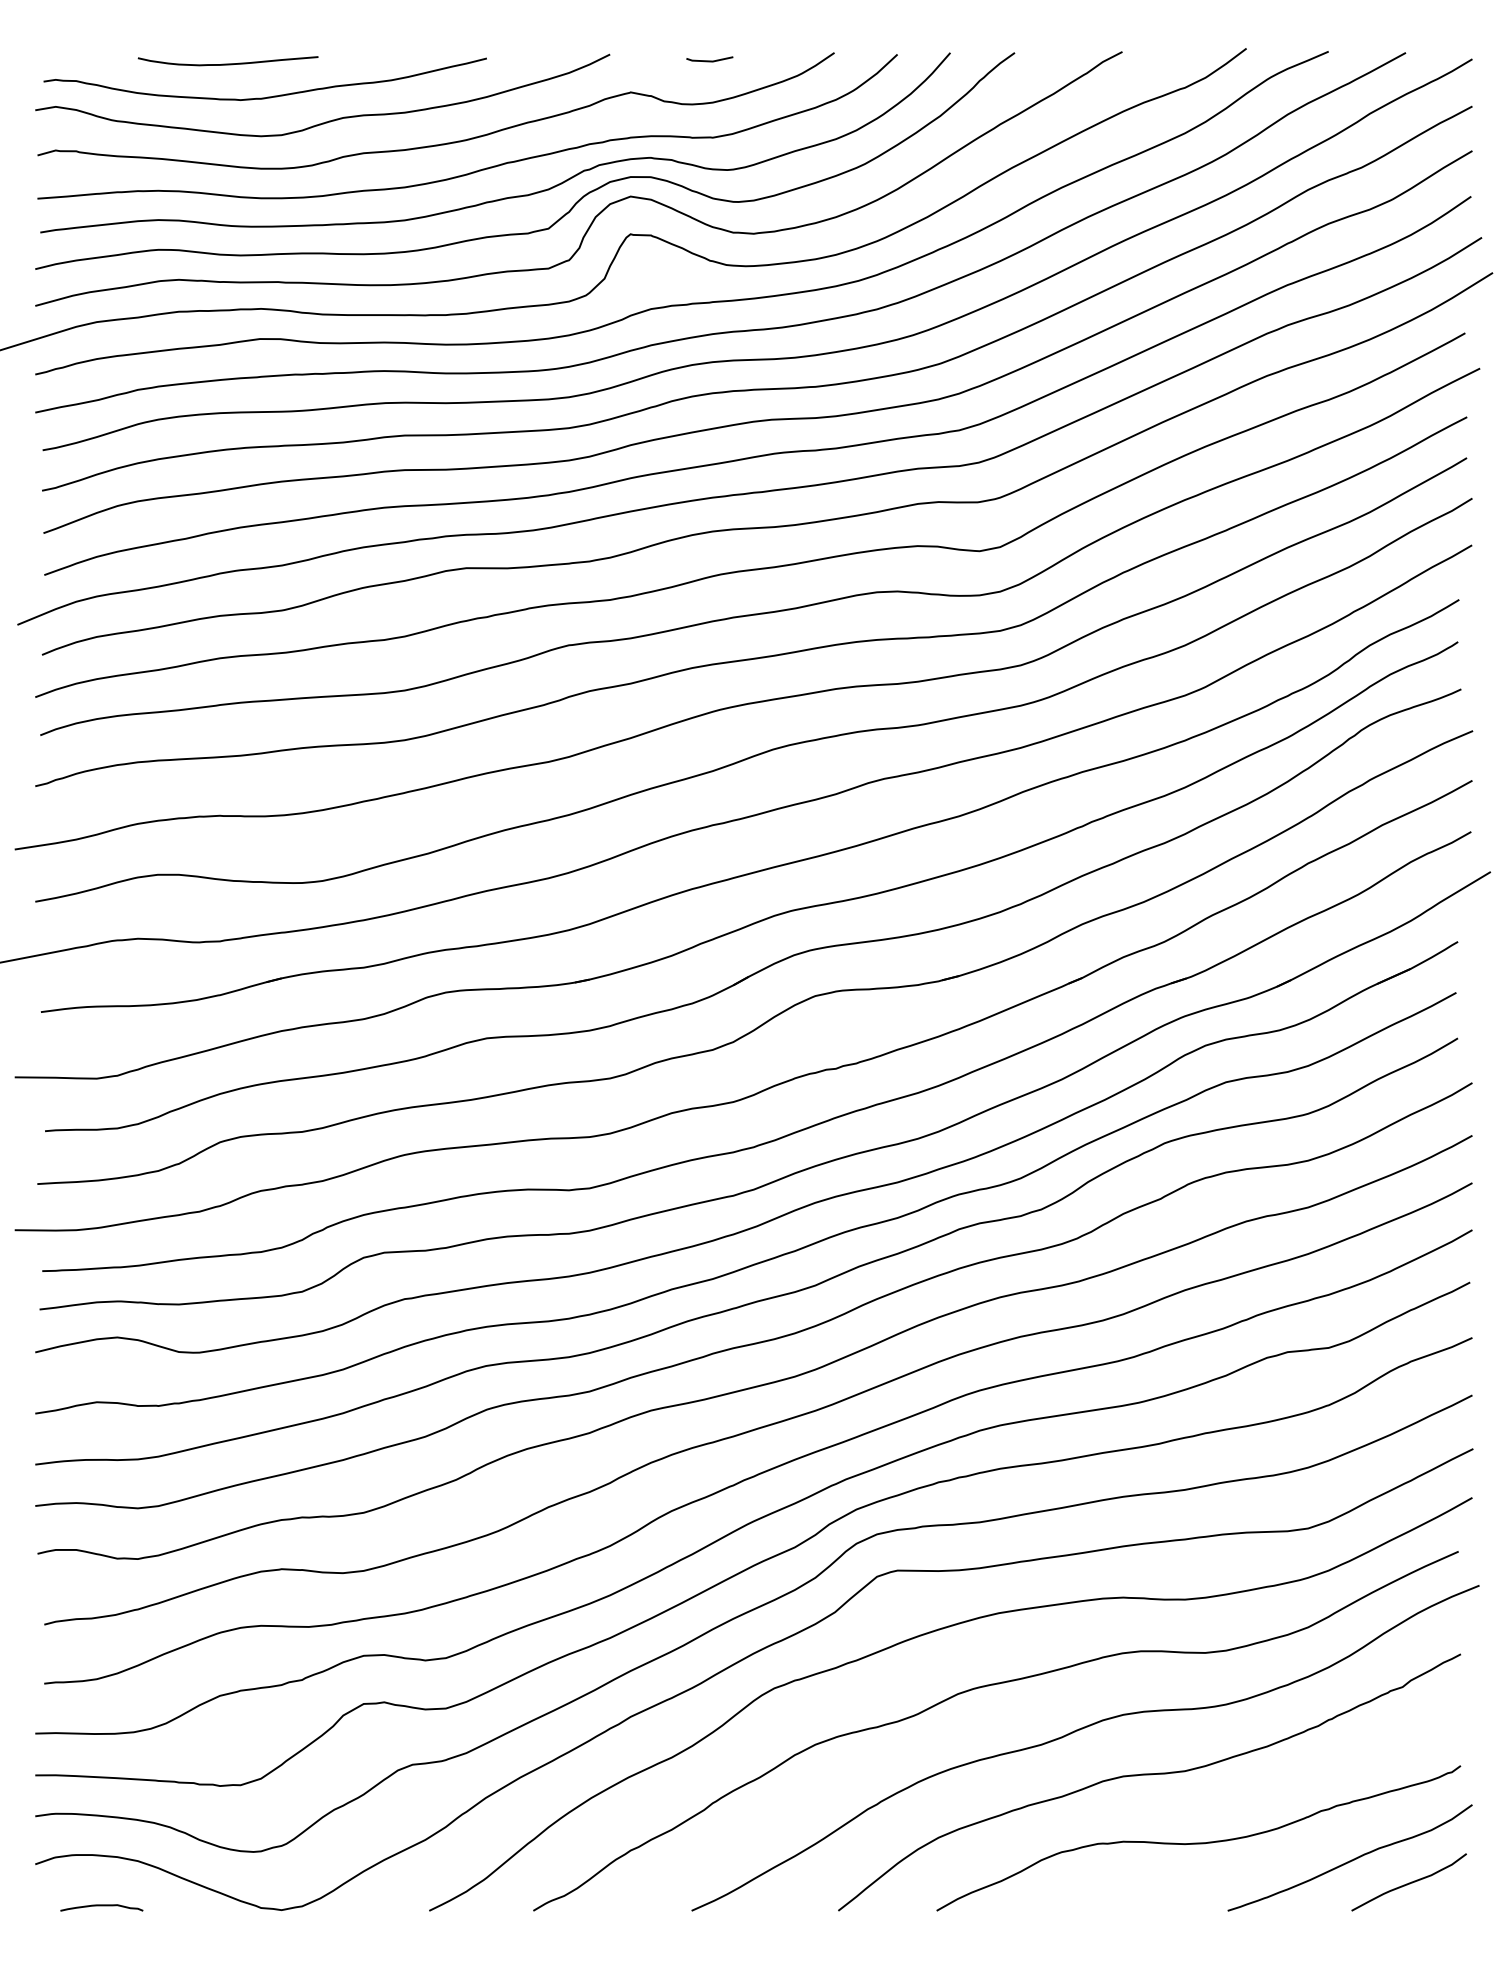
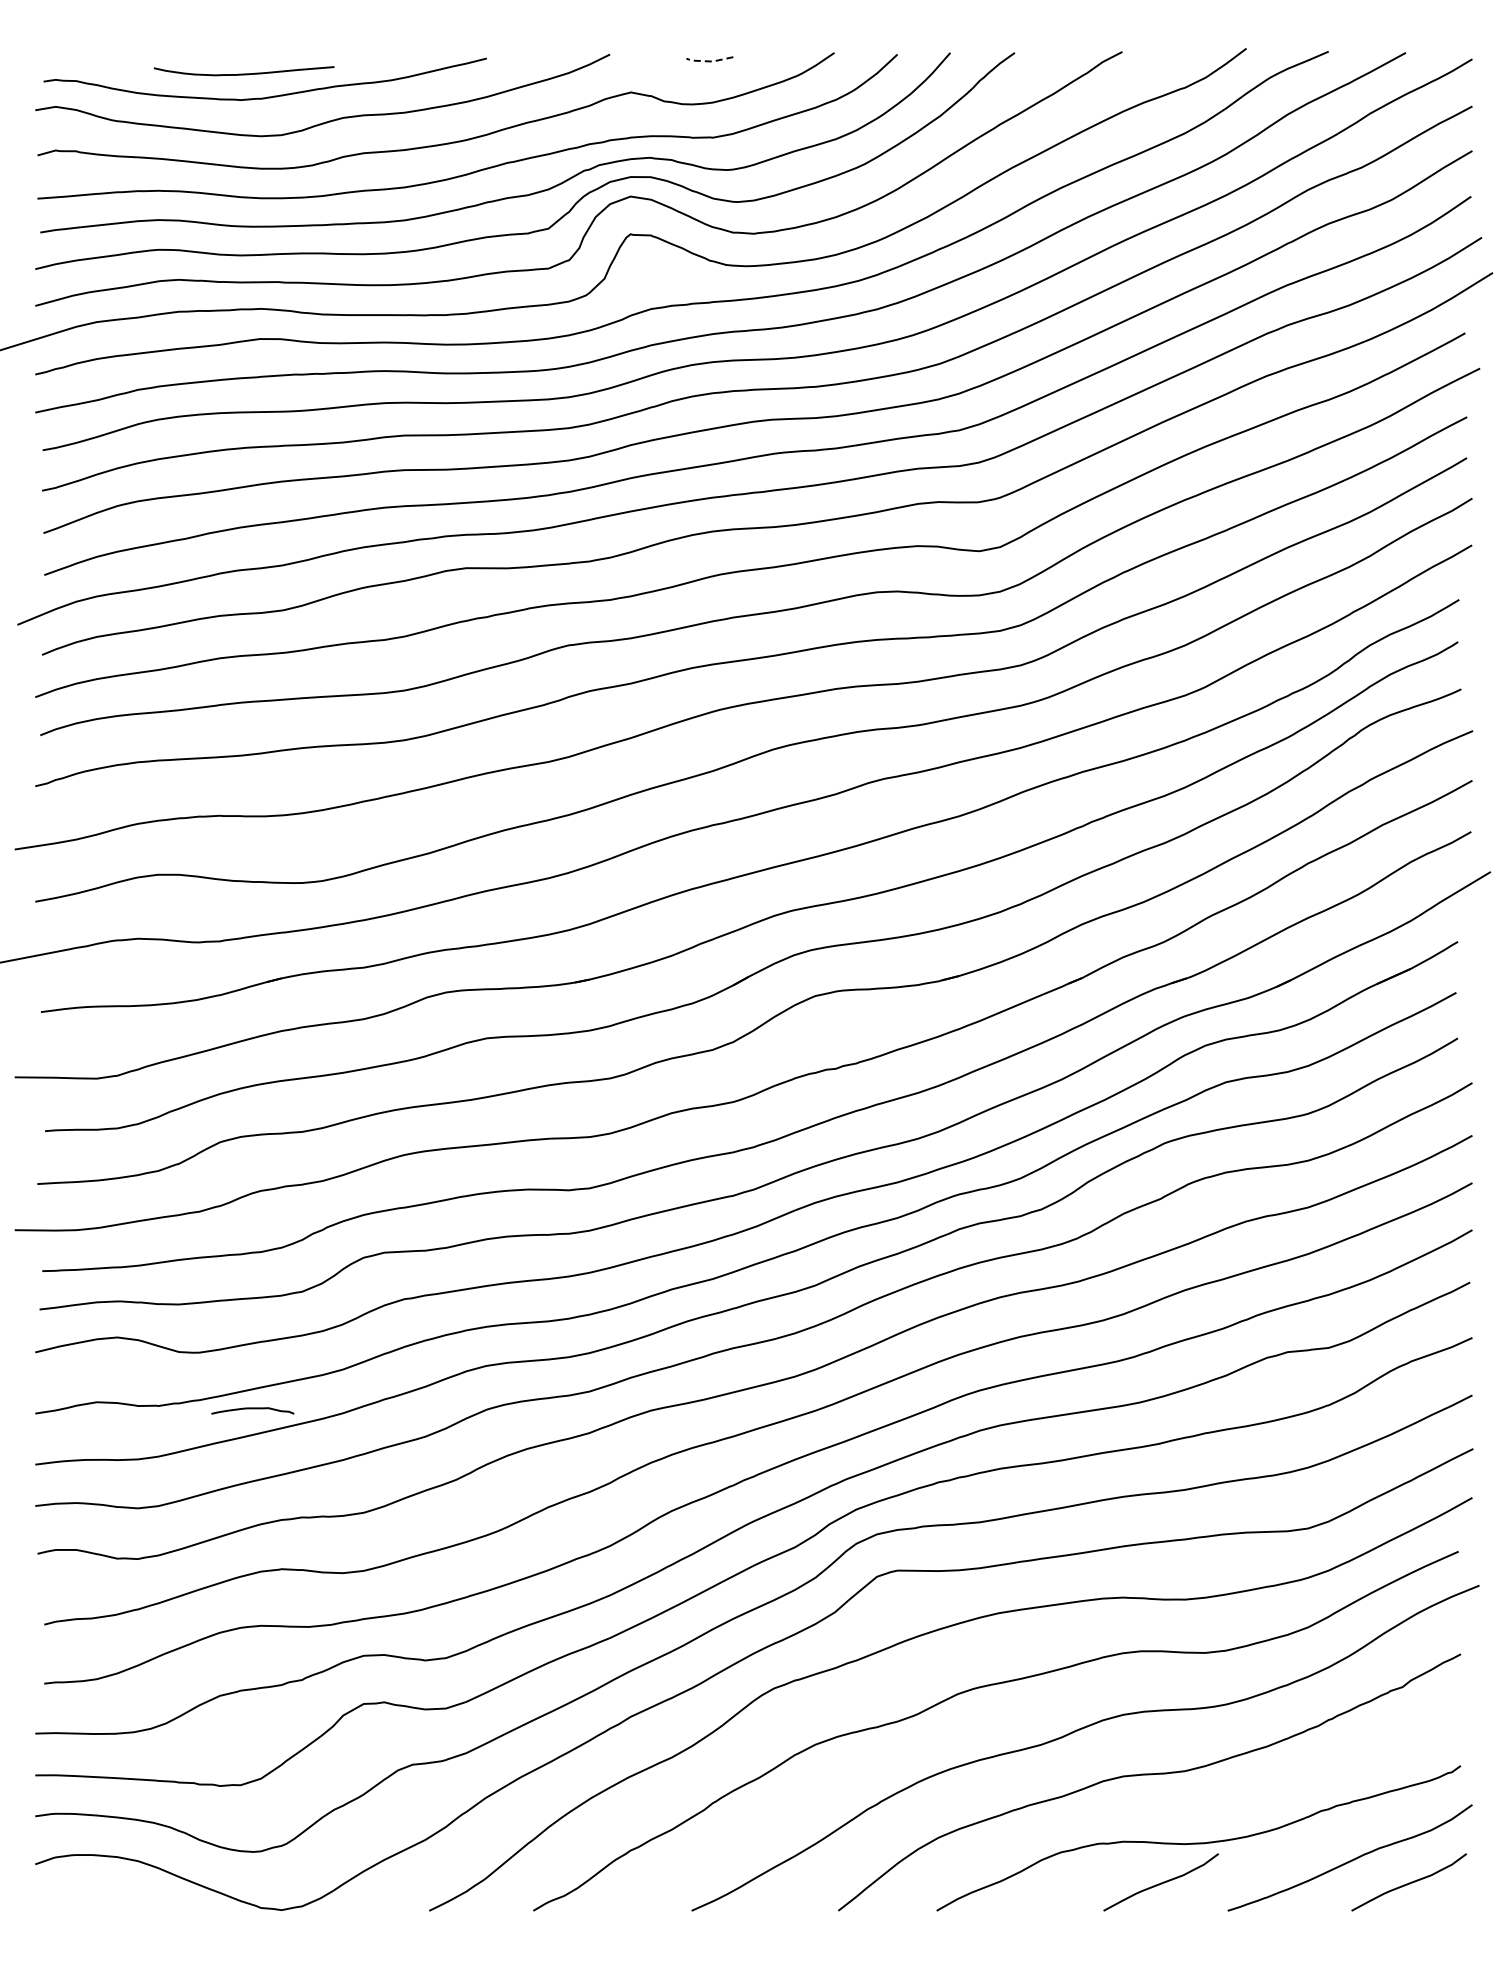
line at (709, 61): solid -> dashed
curve at (227, 63) position: (227, 63) -> (243, 73)
curve at (1160, 1882): none -> present
curve at (101, 1906) position: (101, 1906) -> (252, 1409)
